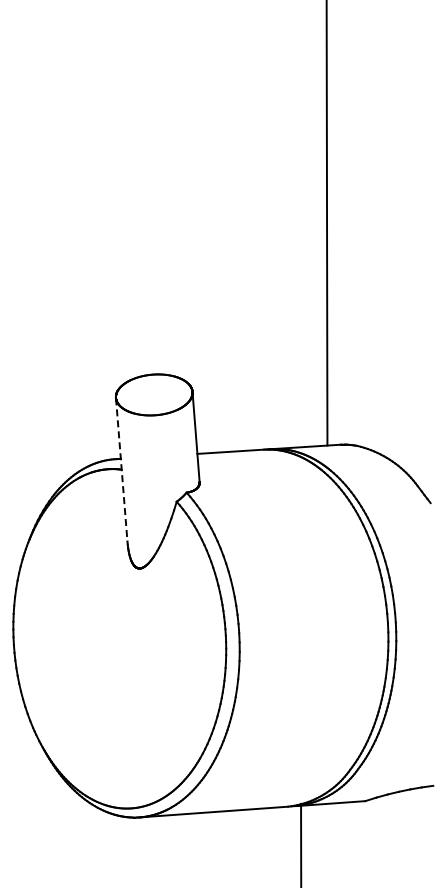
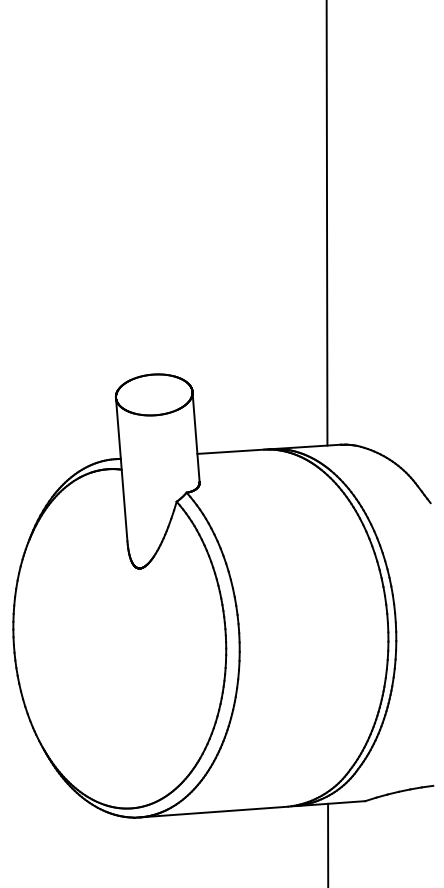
line at (121, 469): dashed -> solid
line at (301, 843) position: (301, 843) -> (328, 843)
